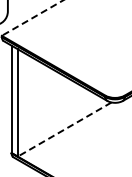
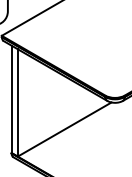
line at (32, 18): dashed -> solid
line at (64, 129): dashed -> solid
